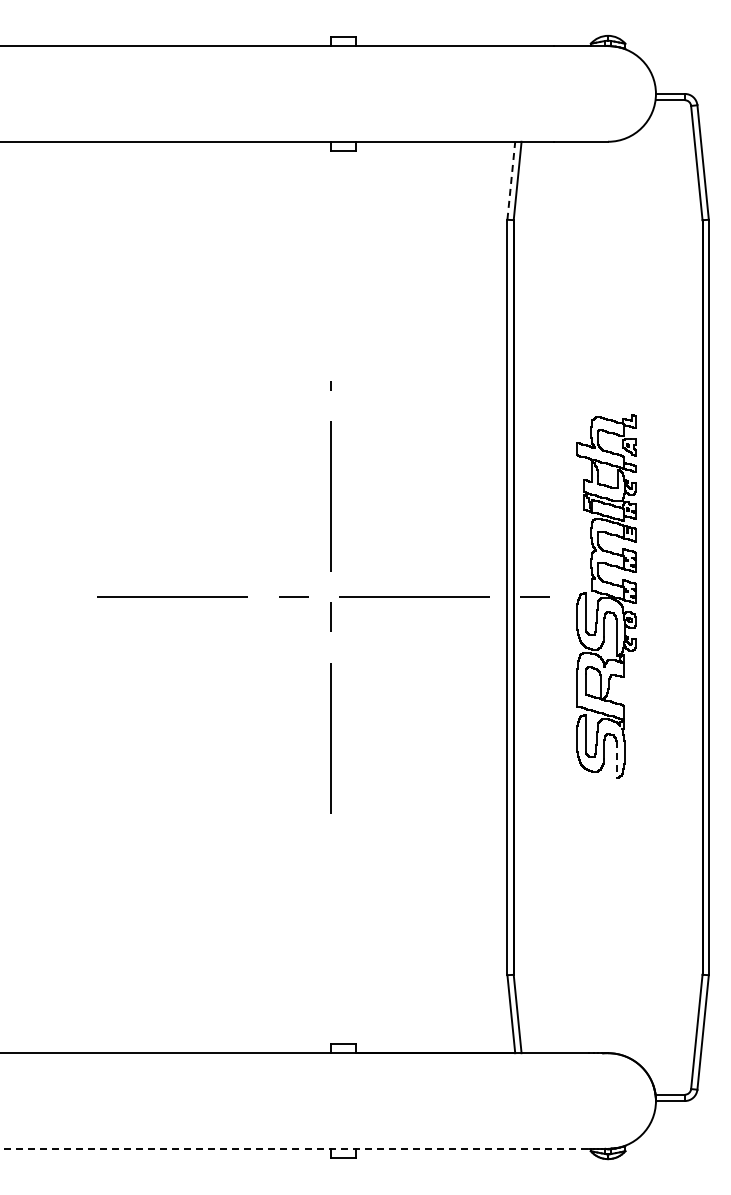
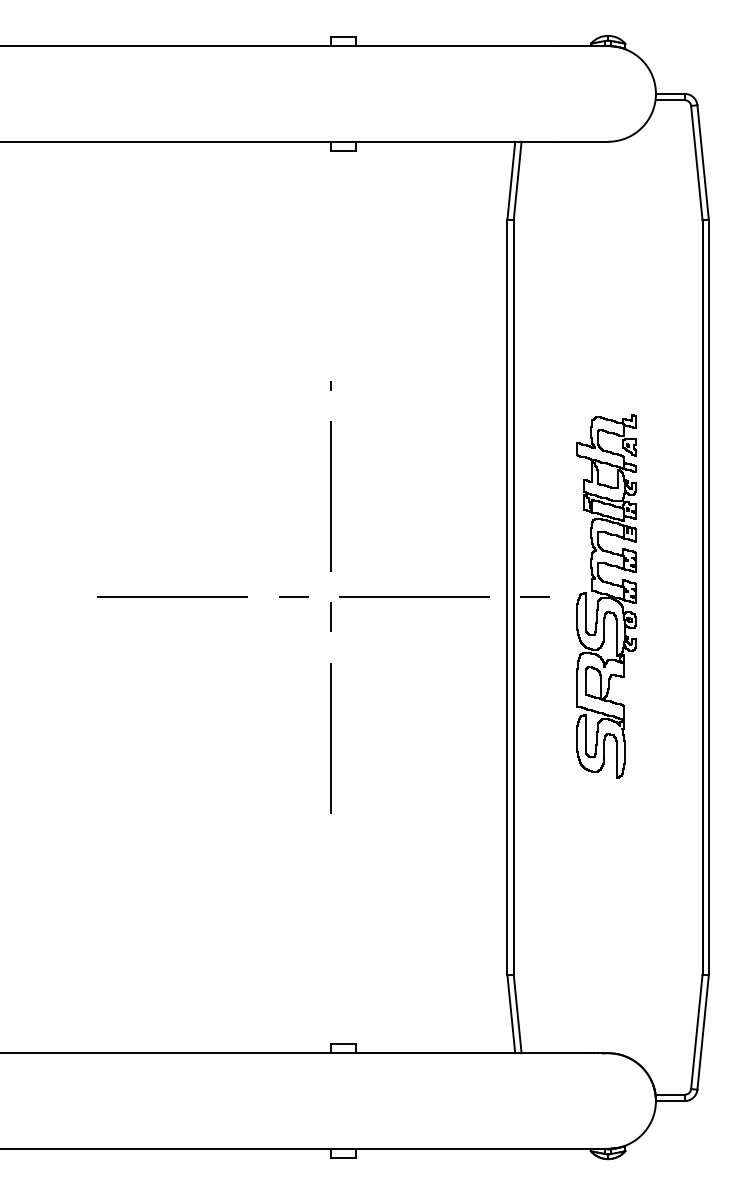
line at (511, 180): dashed -> solid
line at (616, 759): dashed -> solid
line at (295, 1148): dashed -> solid
